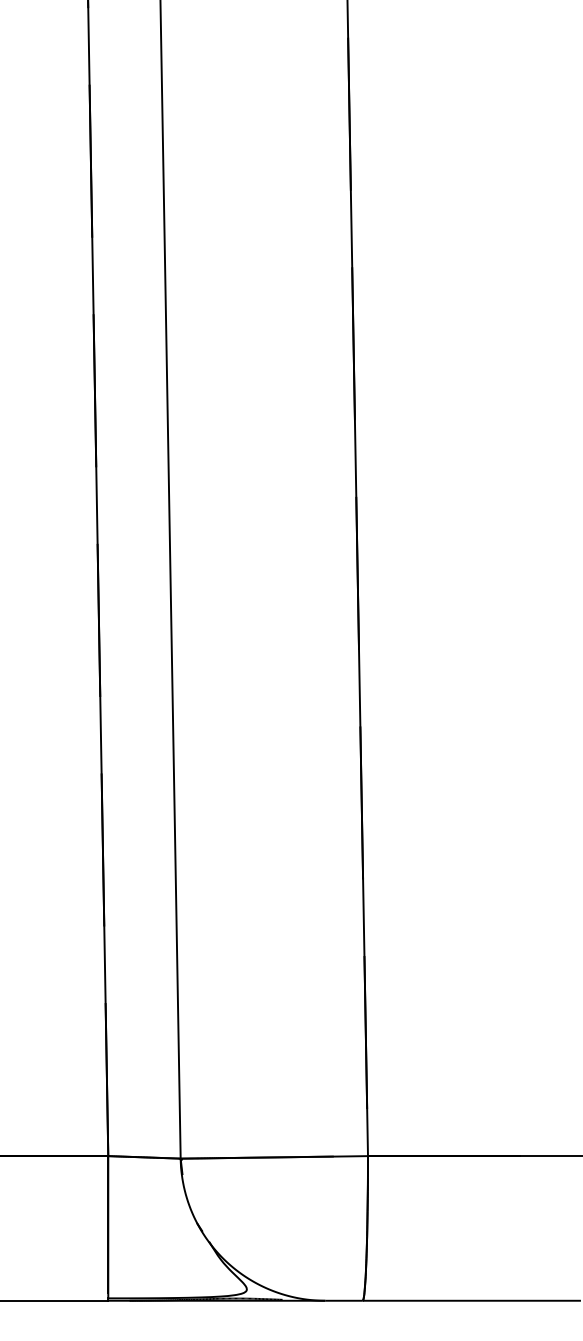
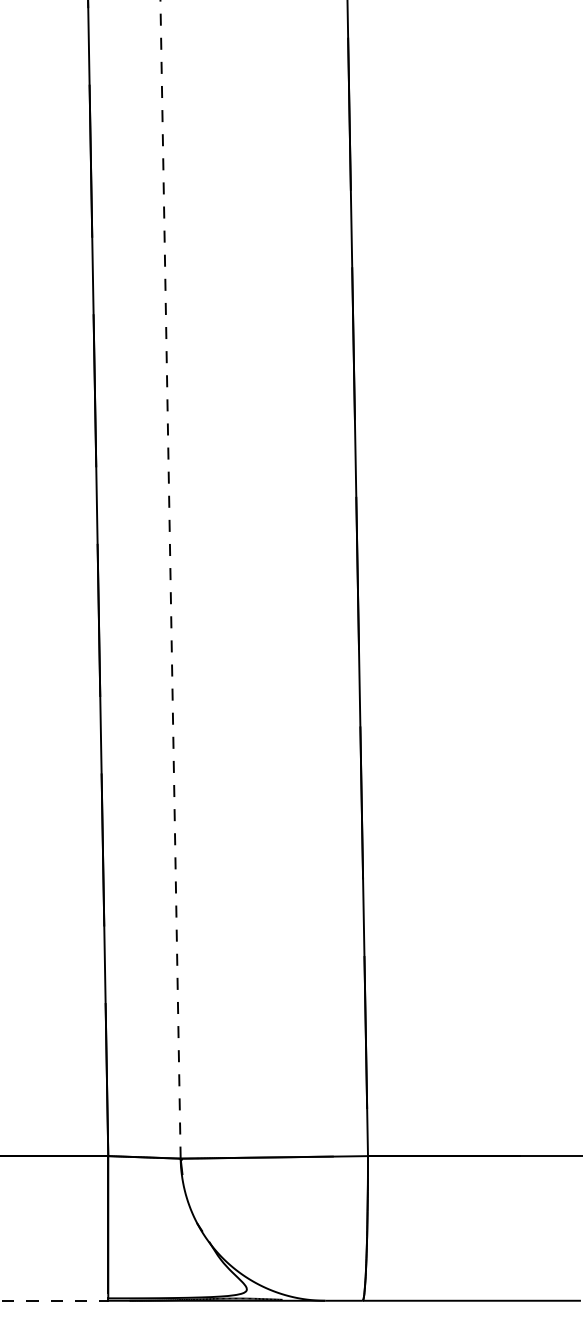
line at (170, 578): solid -> dashed
line at (54, 1300): solid -> dashed
